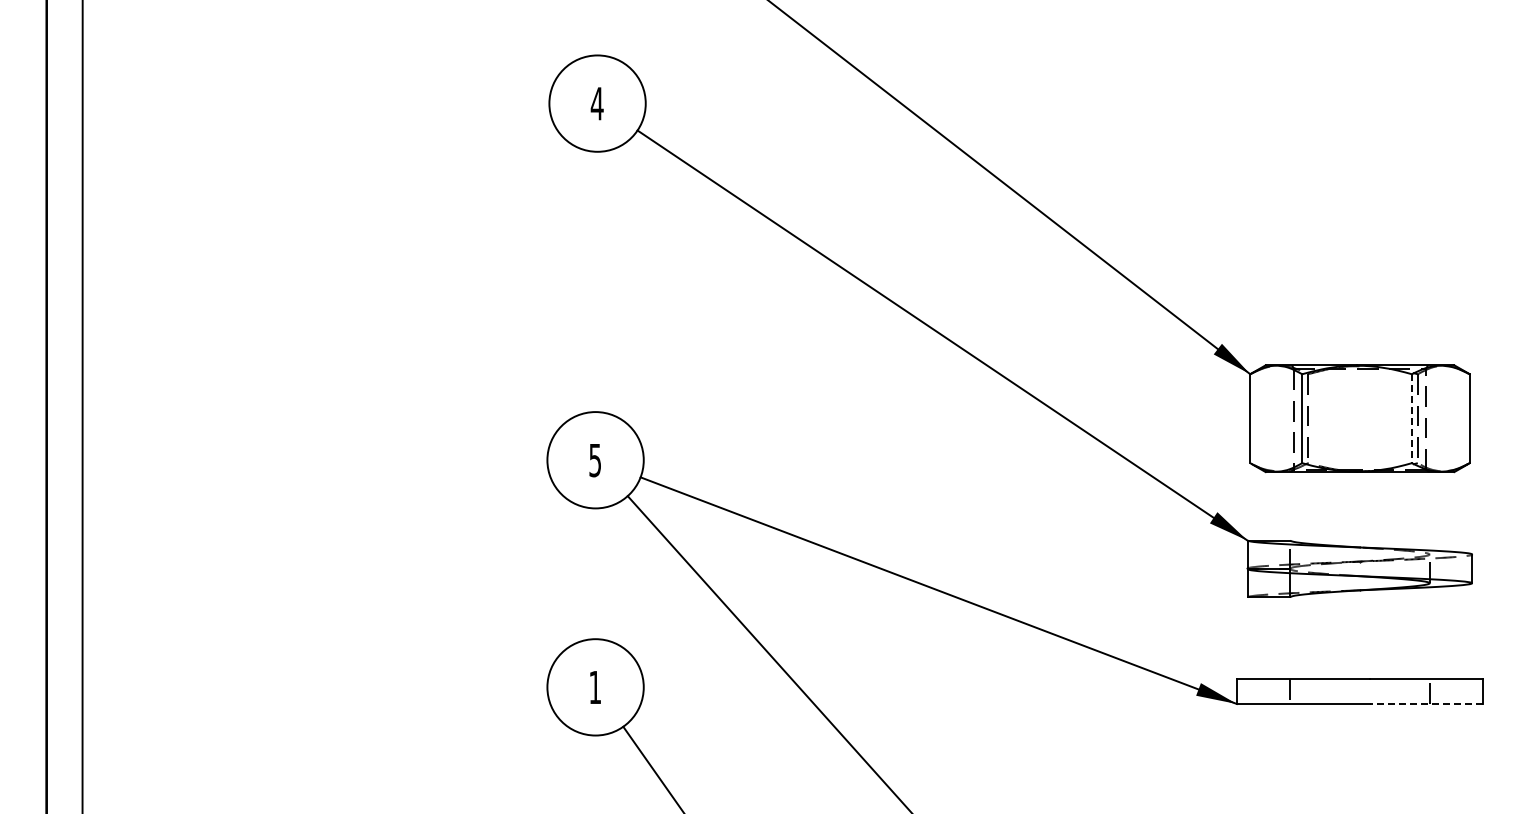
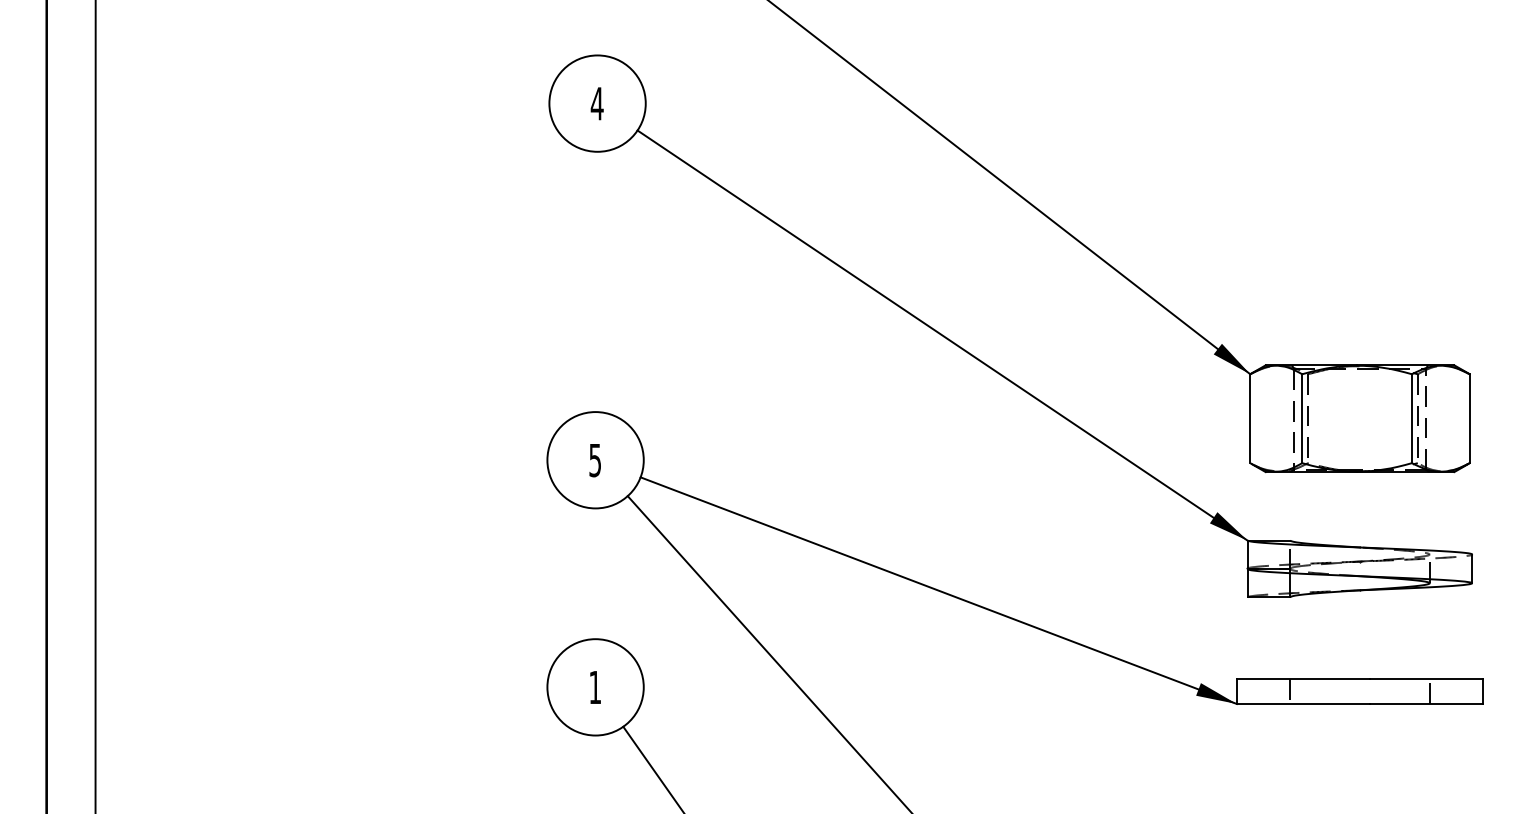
line at (82, 406) position: (82, 406) -> (95, 406)
line at (1411, 419): dashed -> solid
line at (1426, 704): dashed -> solid
